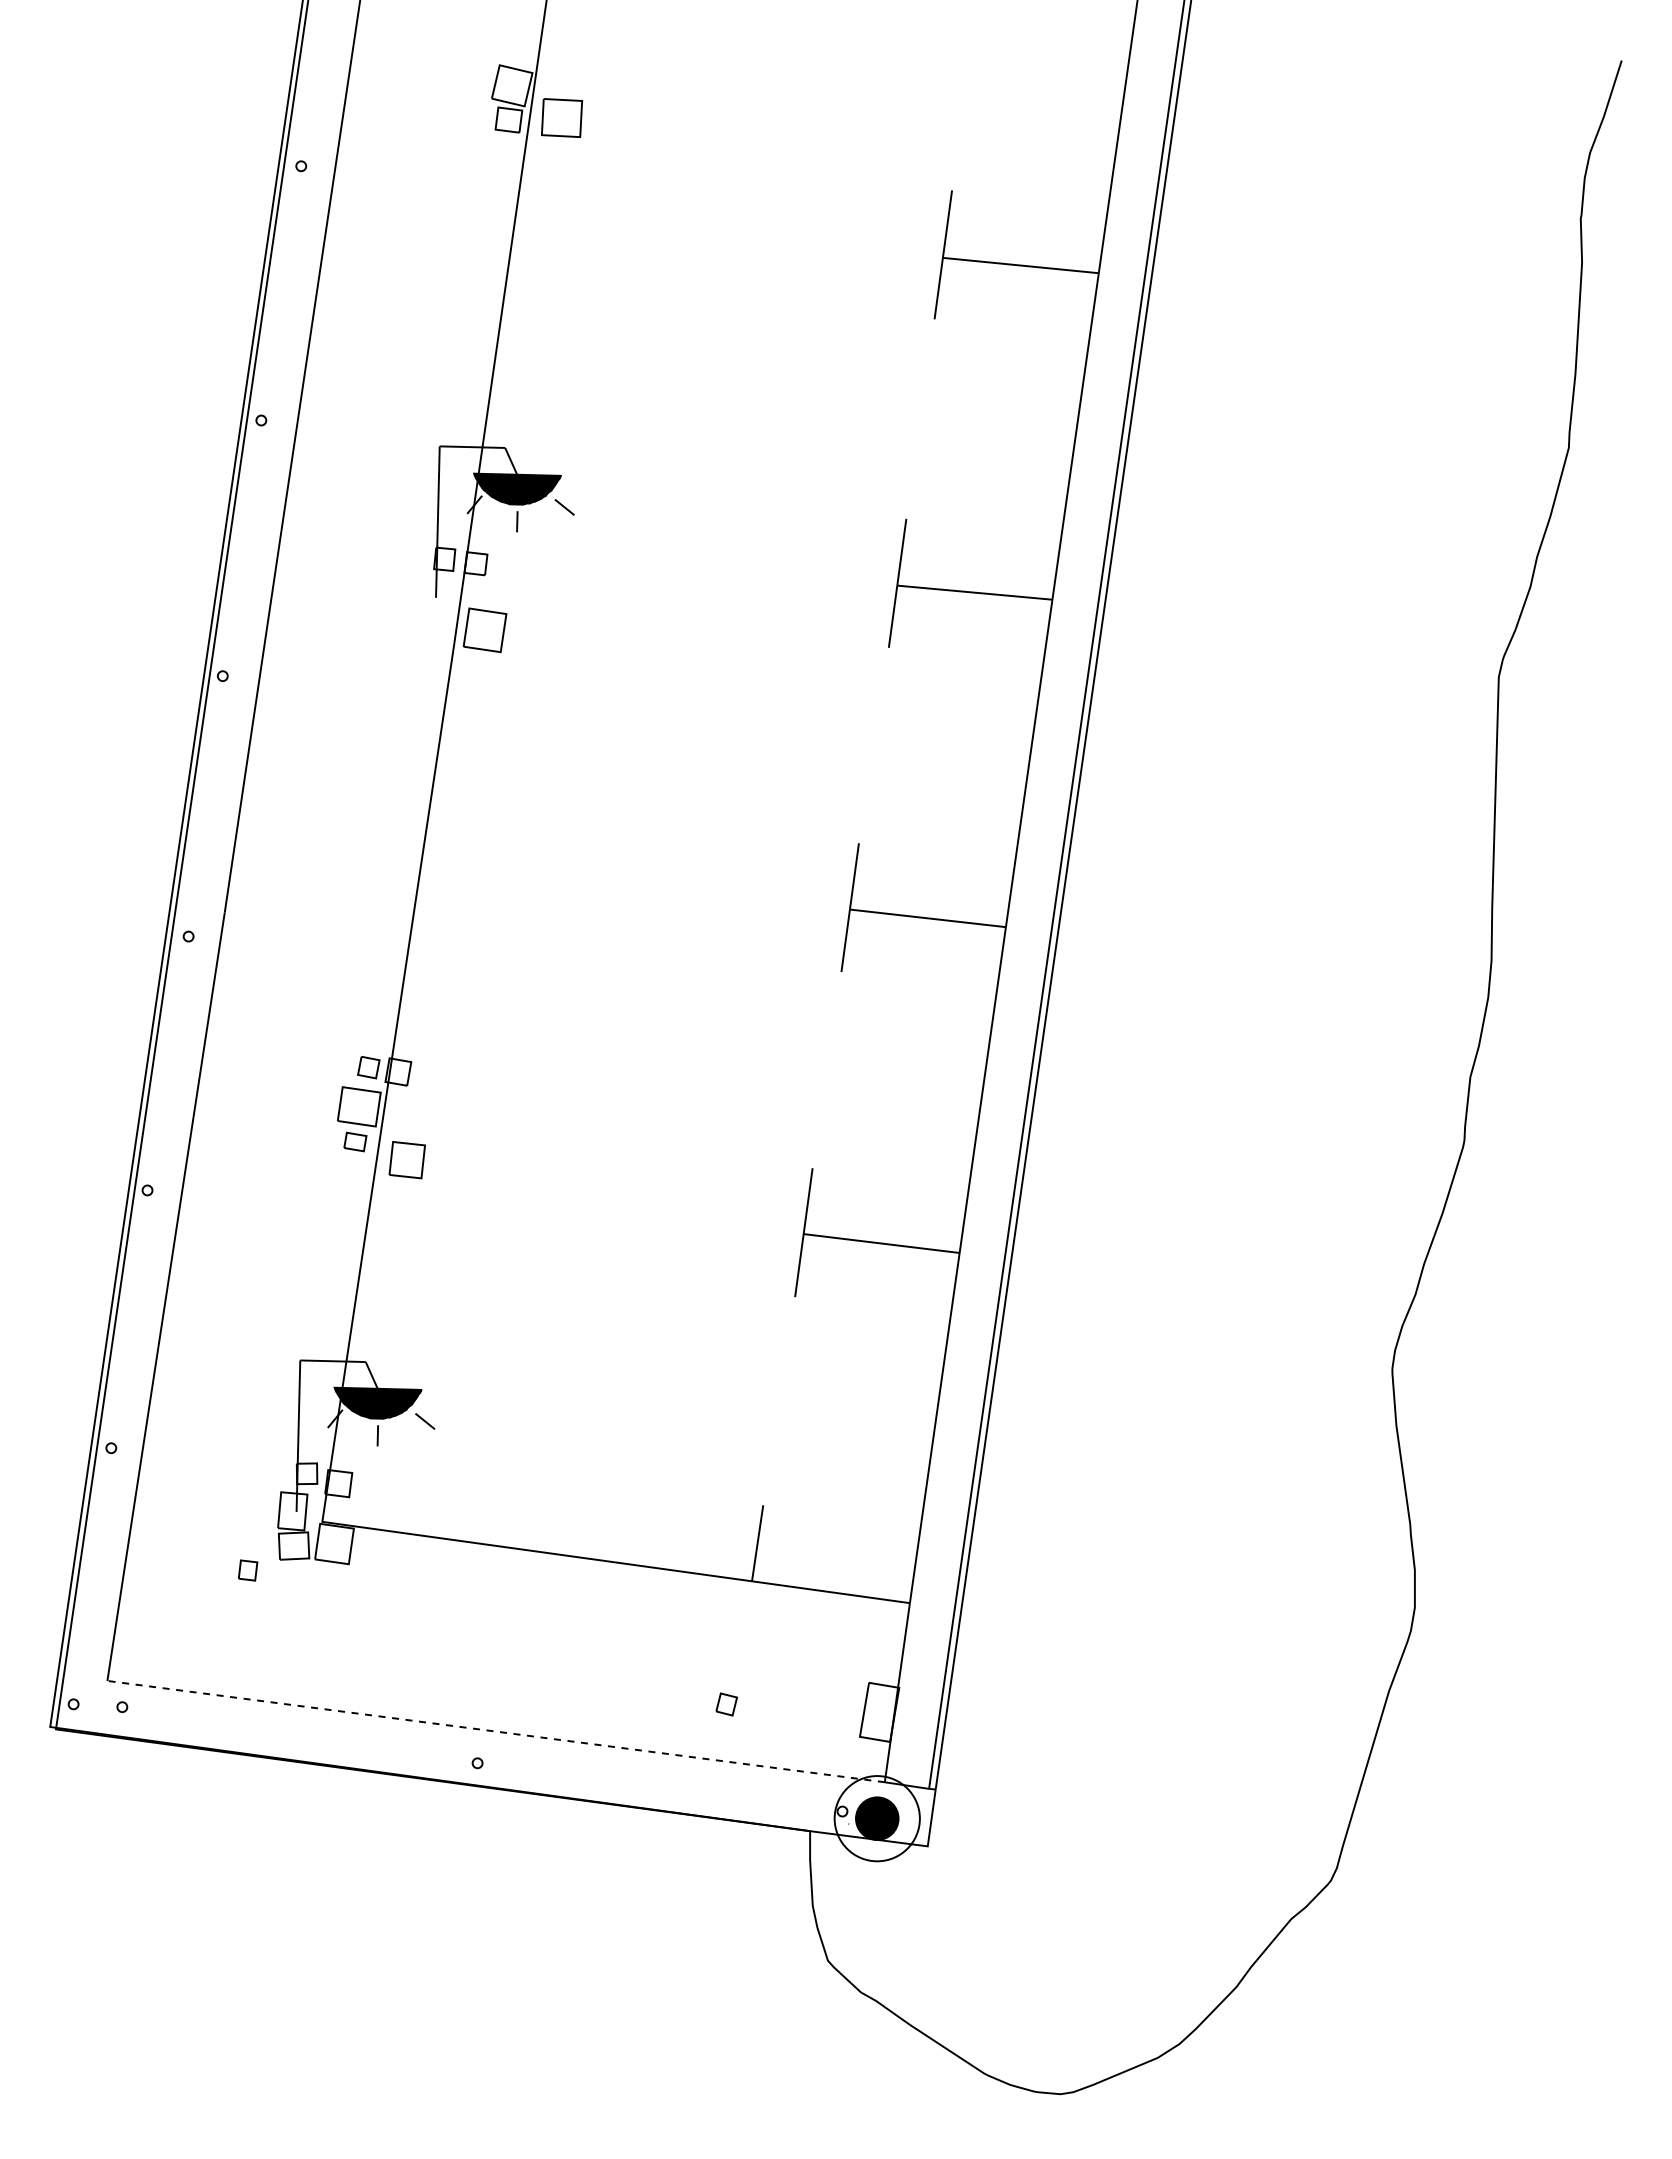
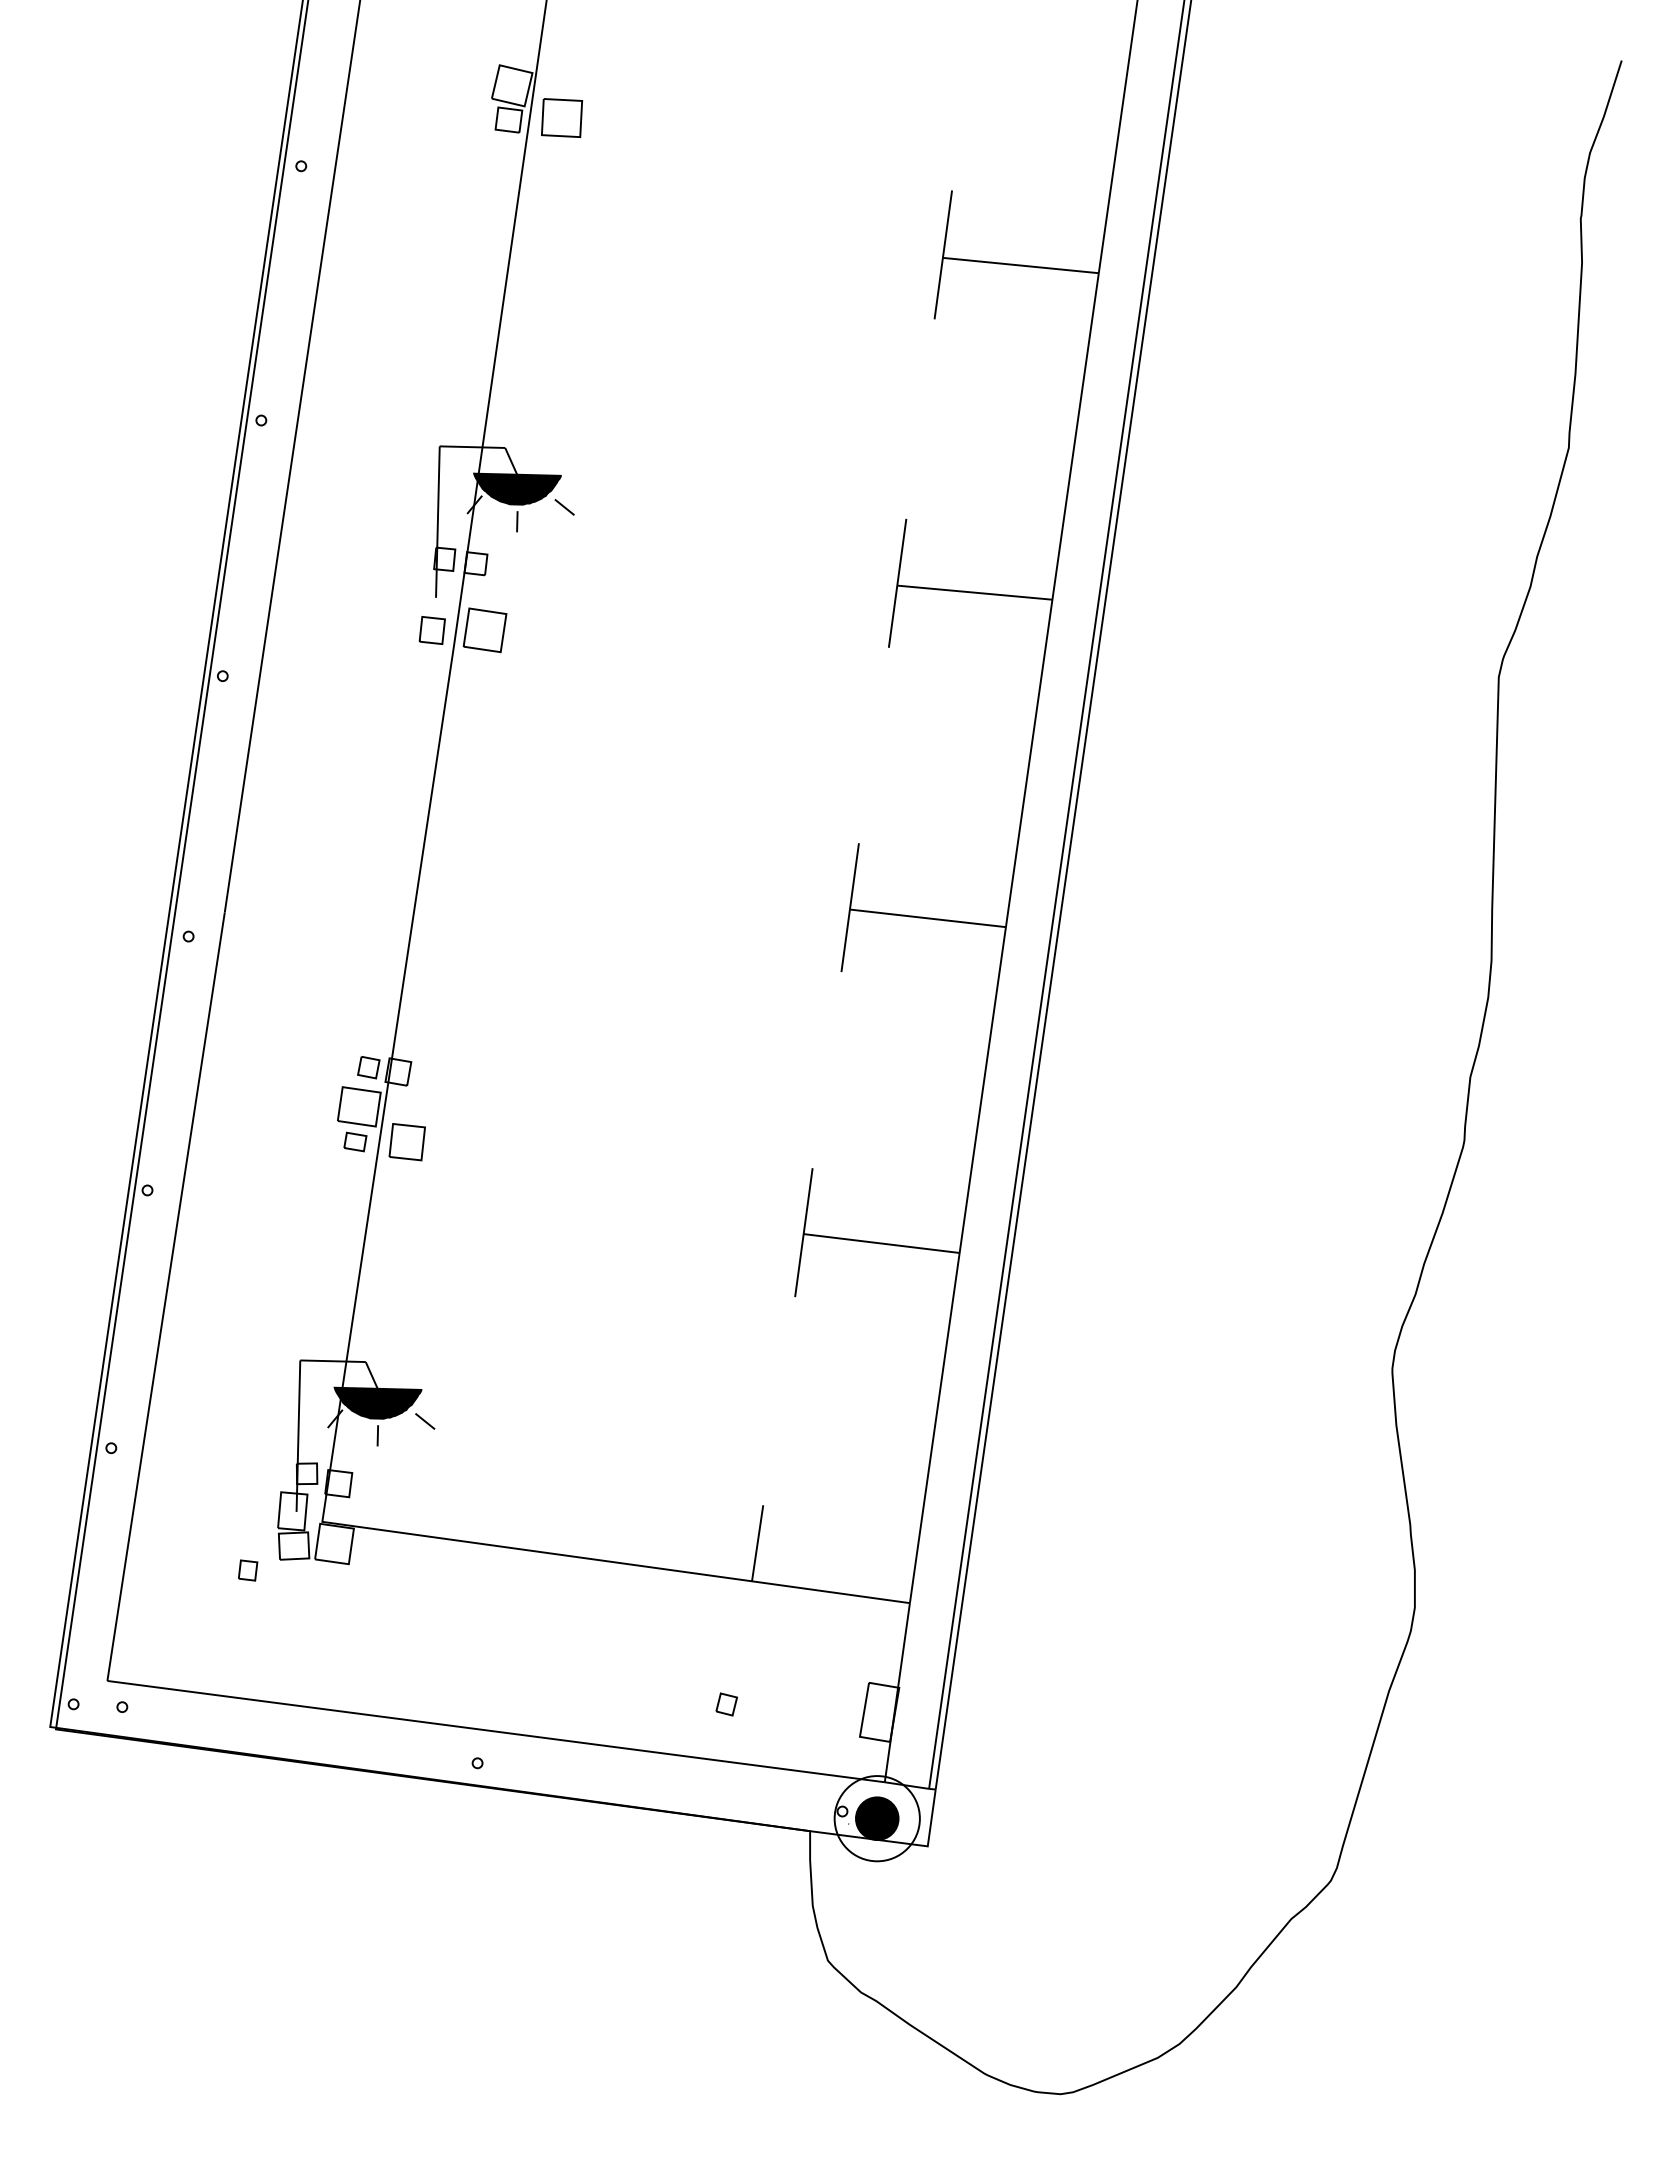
part at (431, 630): none -> present
part at (406, 1160) position: (406, 1160) -> (406, 1142)
line at (496, 1731): dashed -> solid
